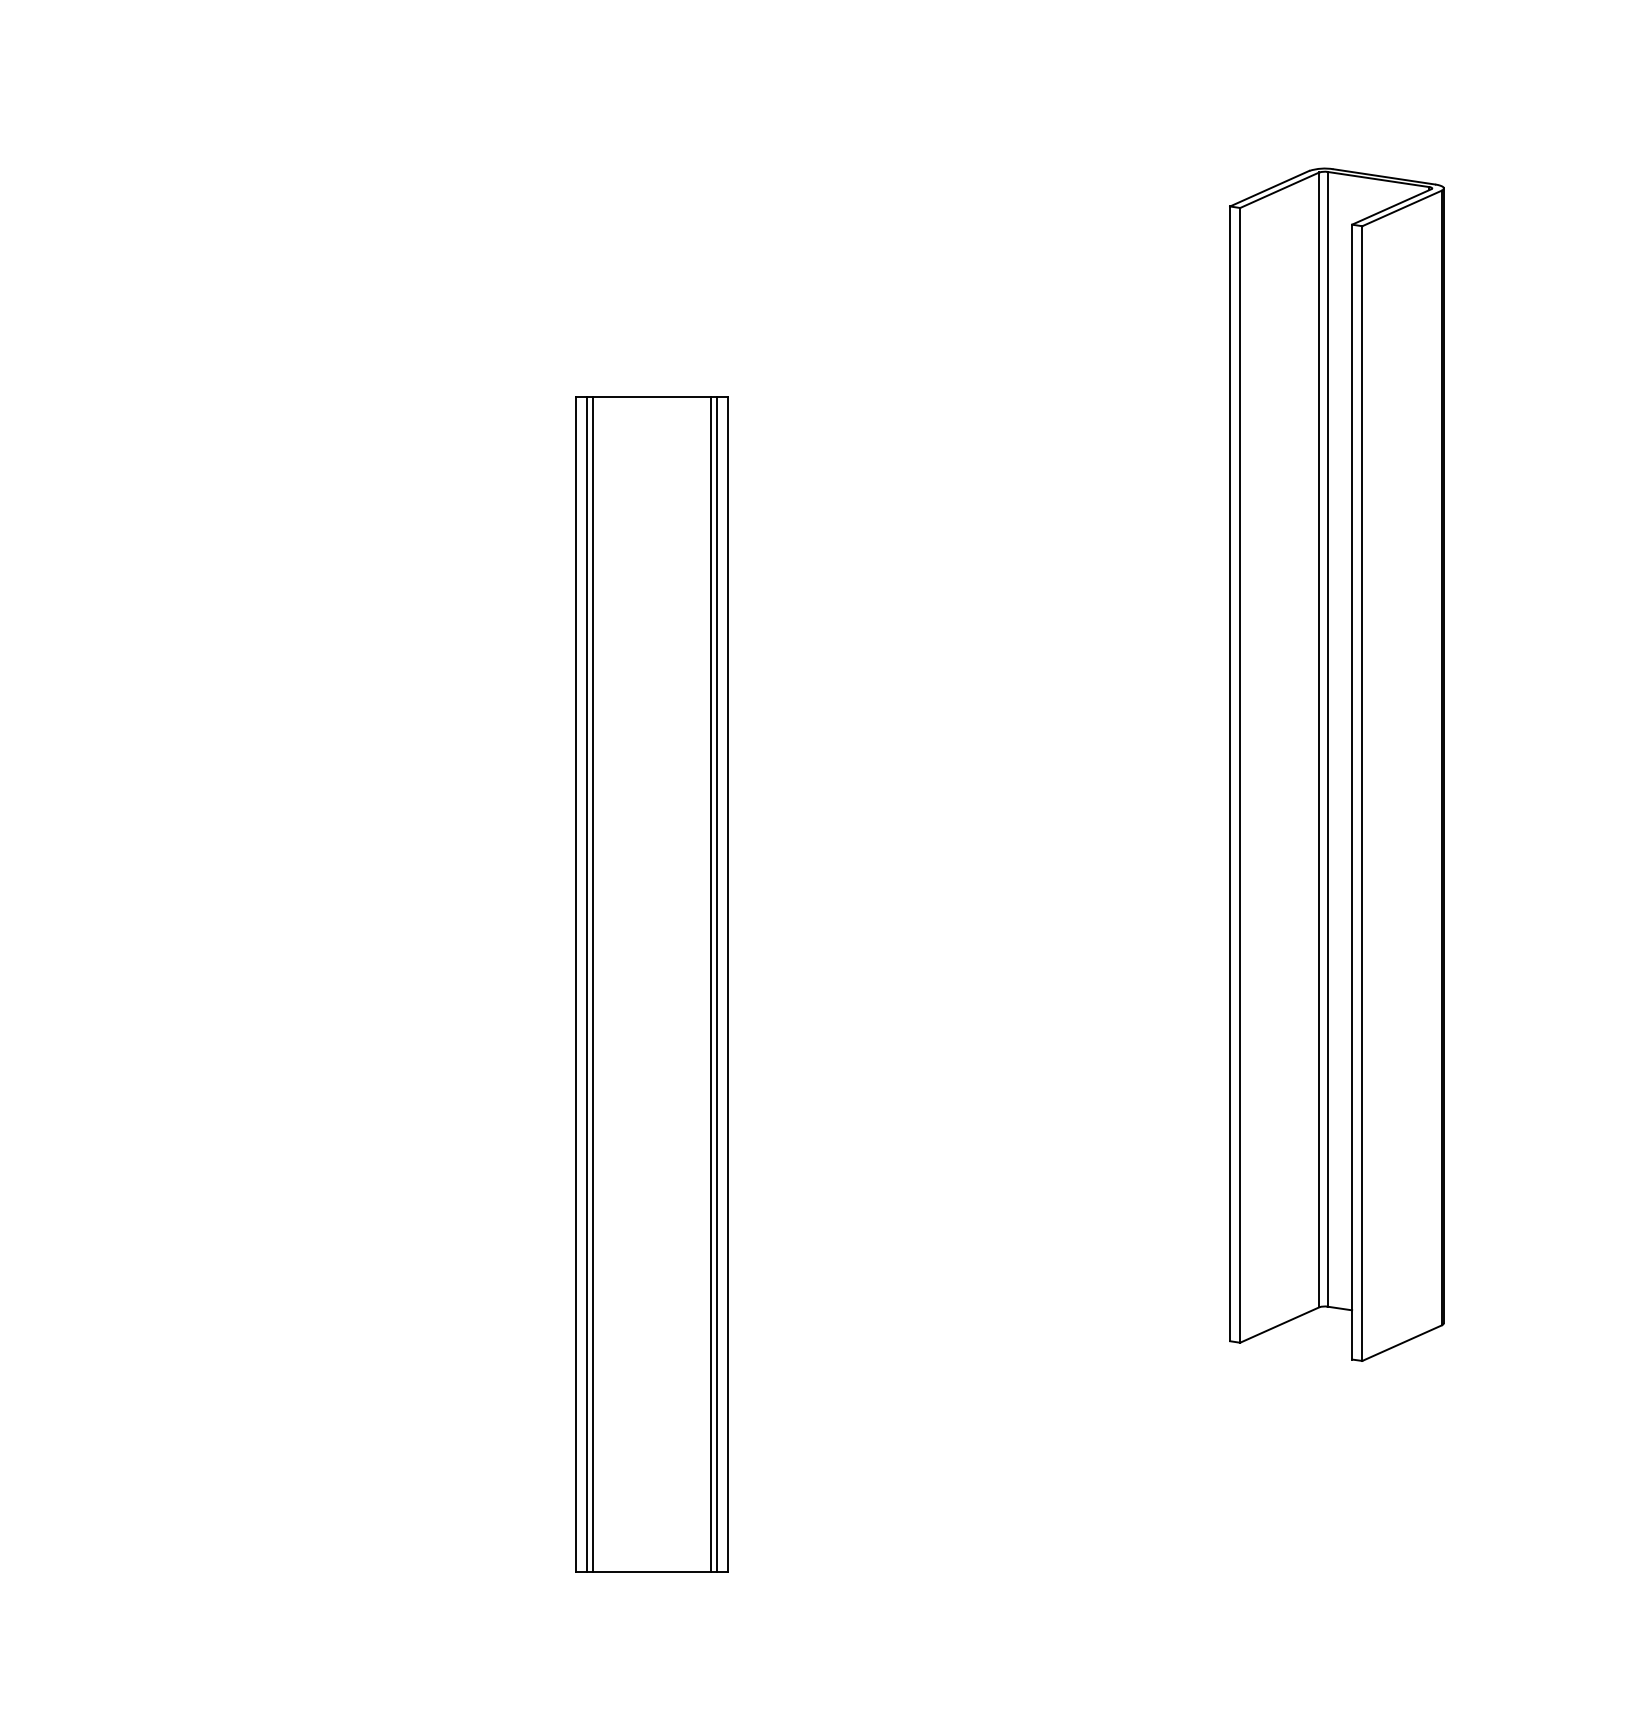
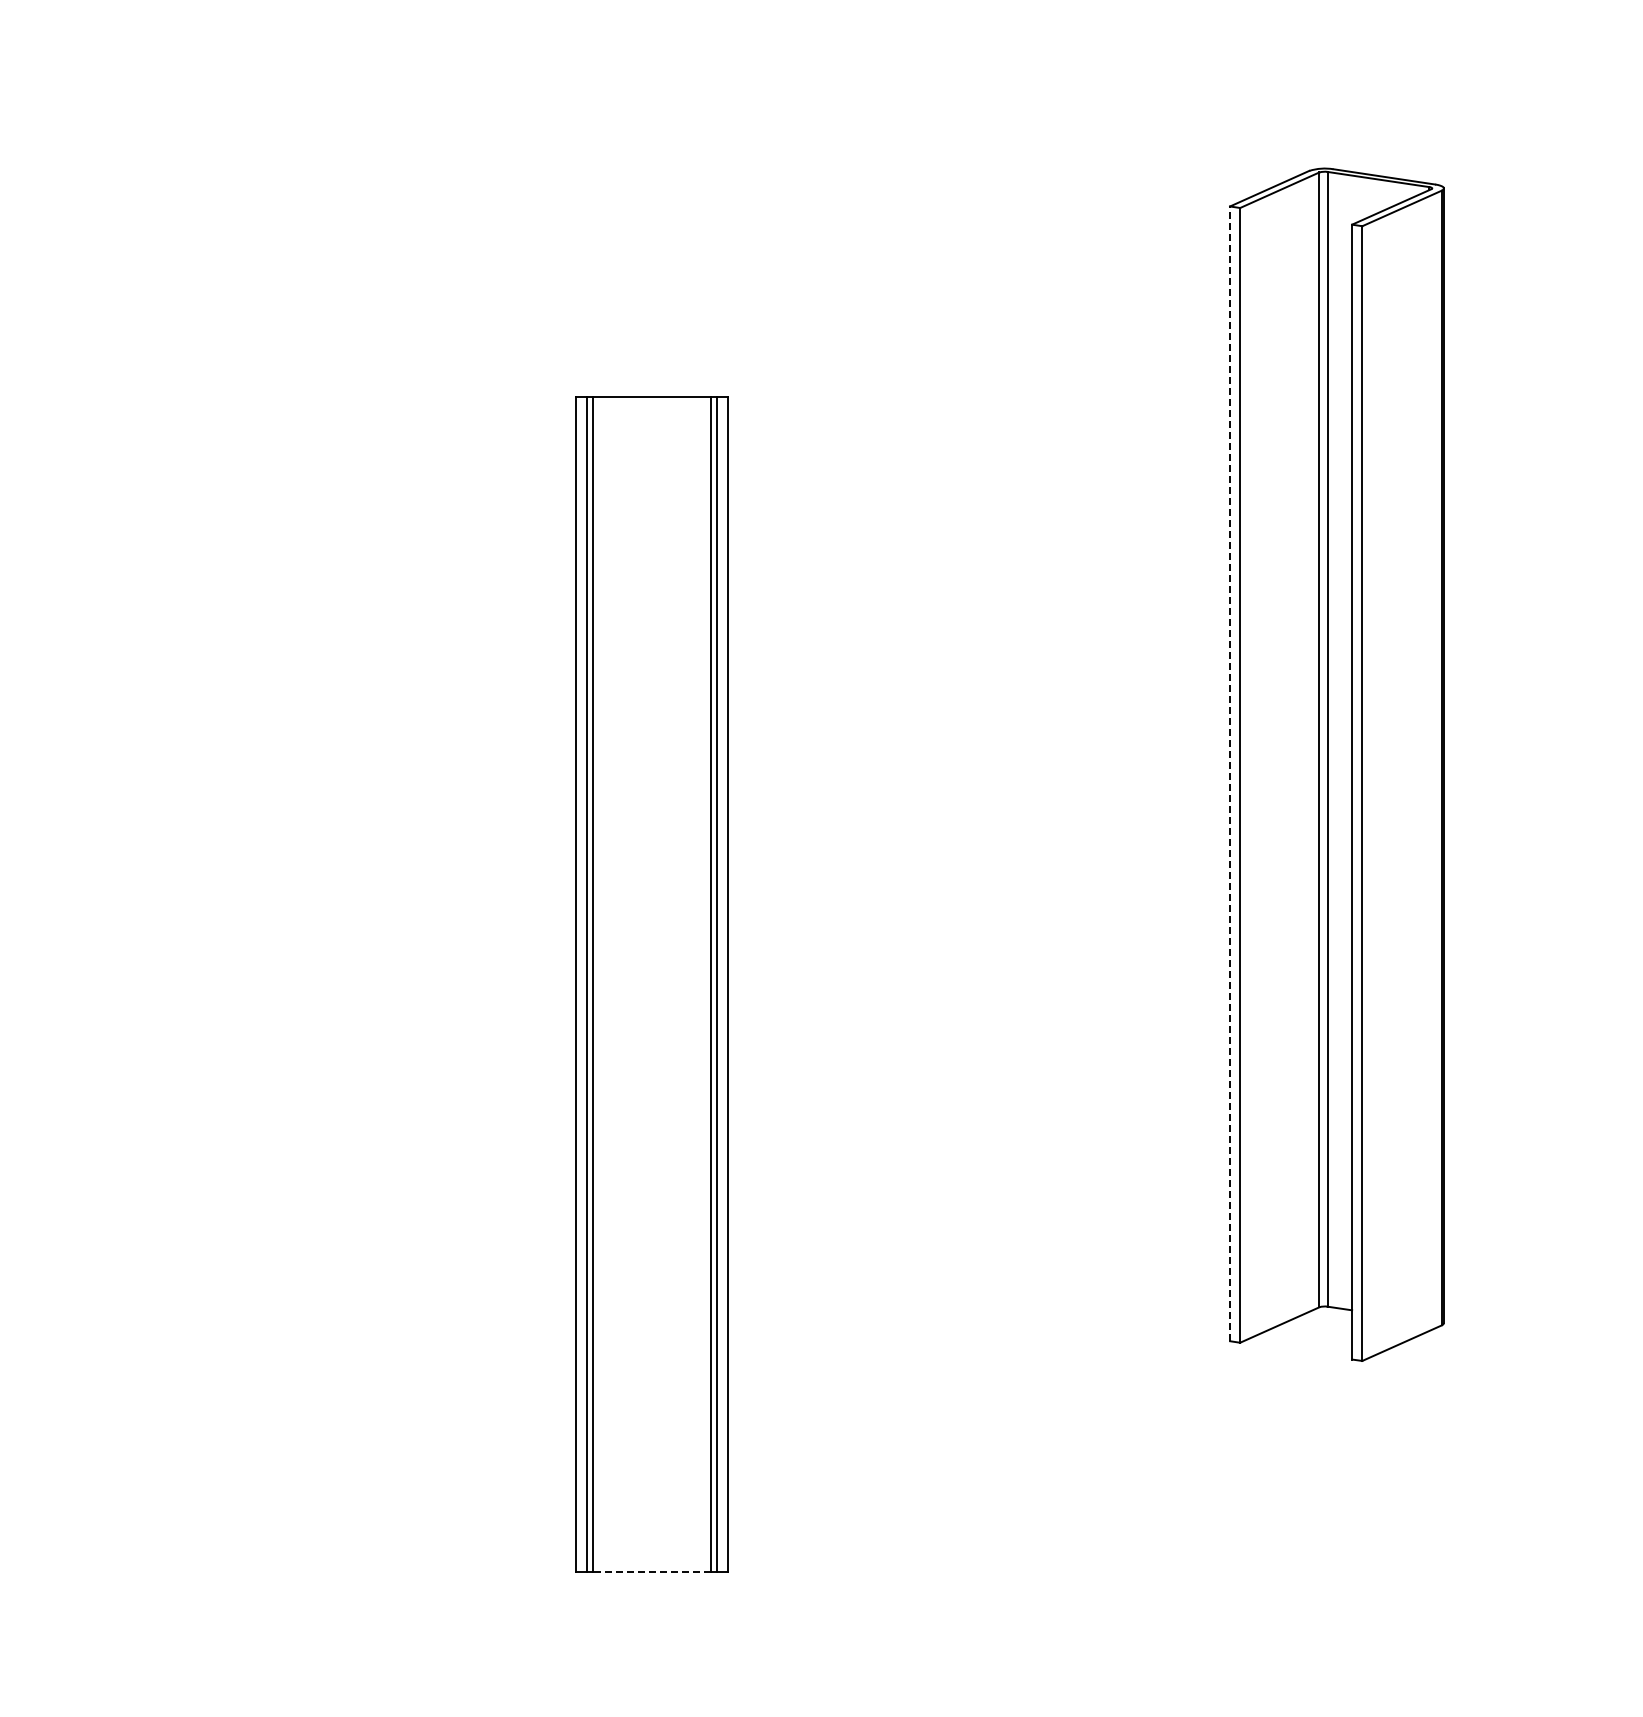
line at (1230, 773): solid -> dashed
line at (652, 1571): solid -> dashed
